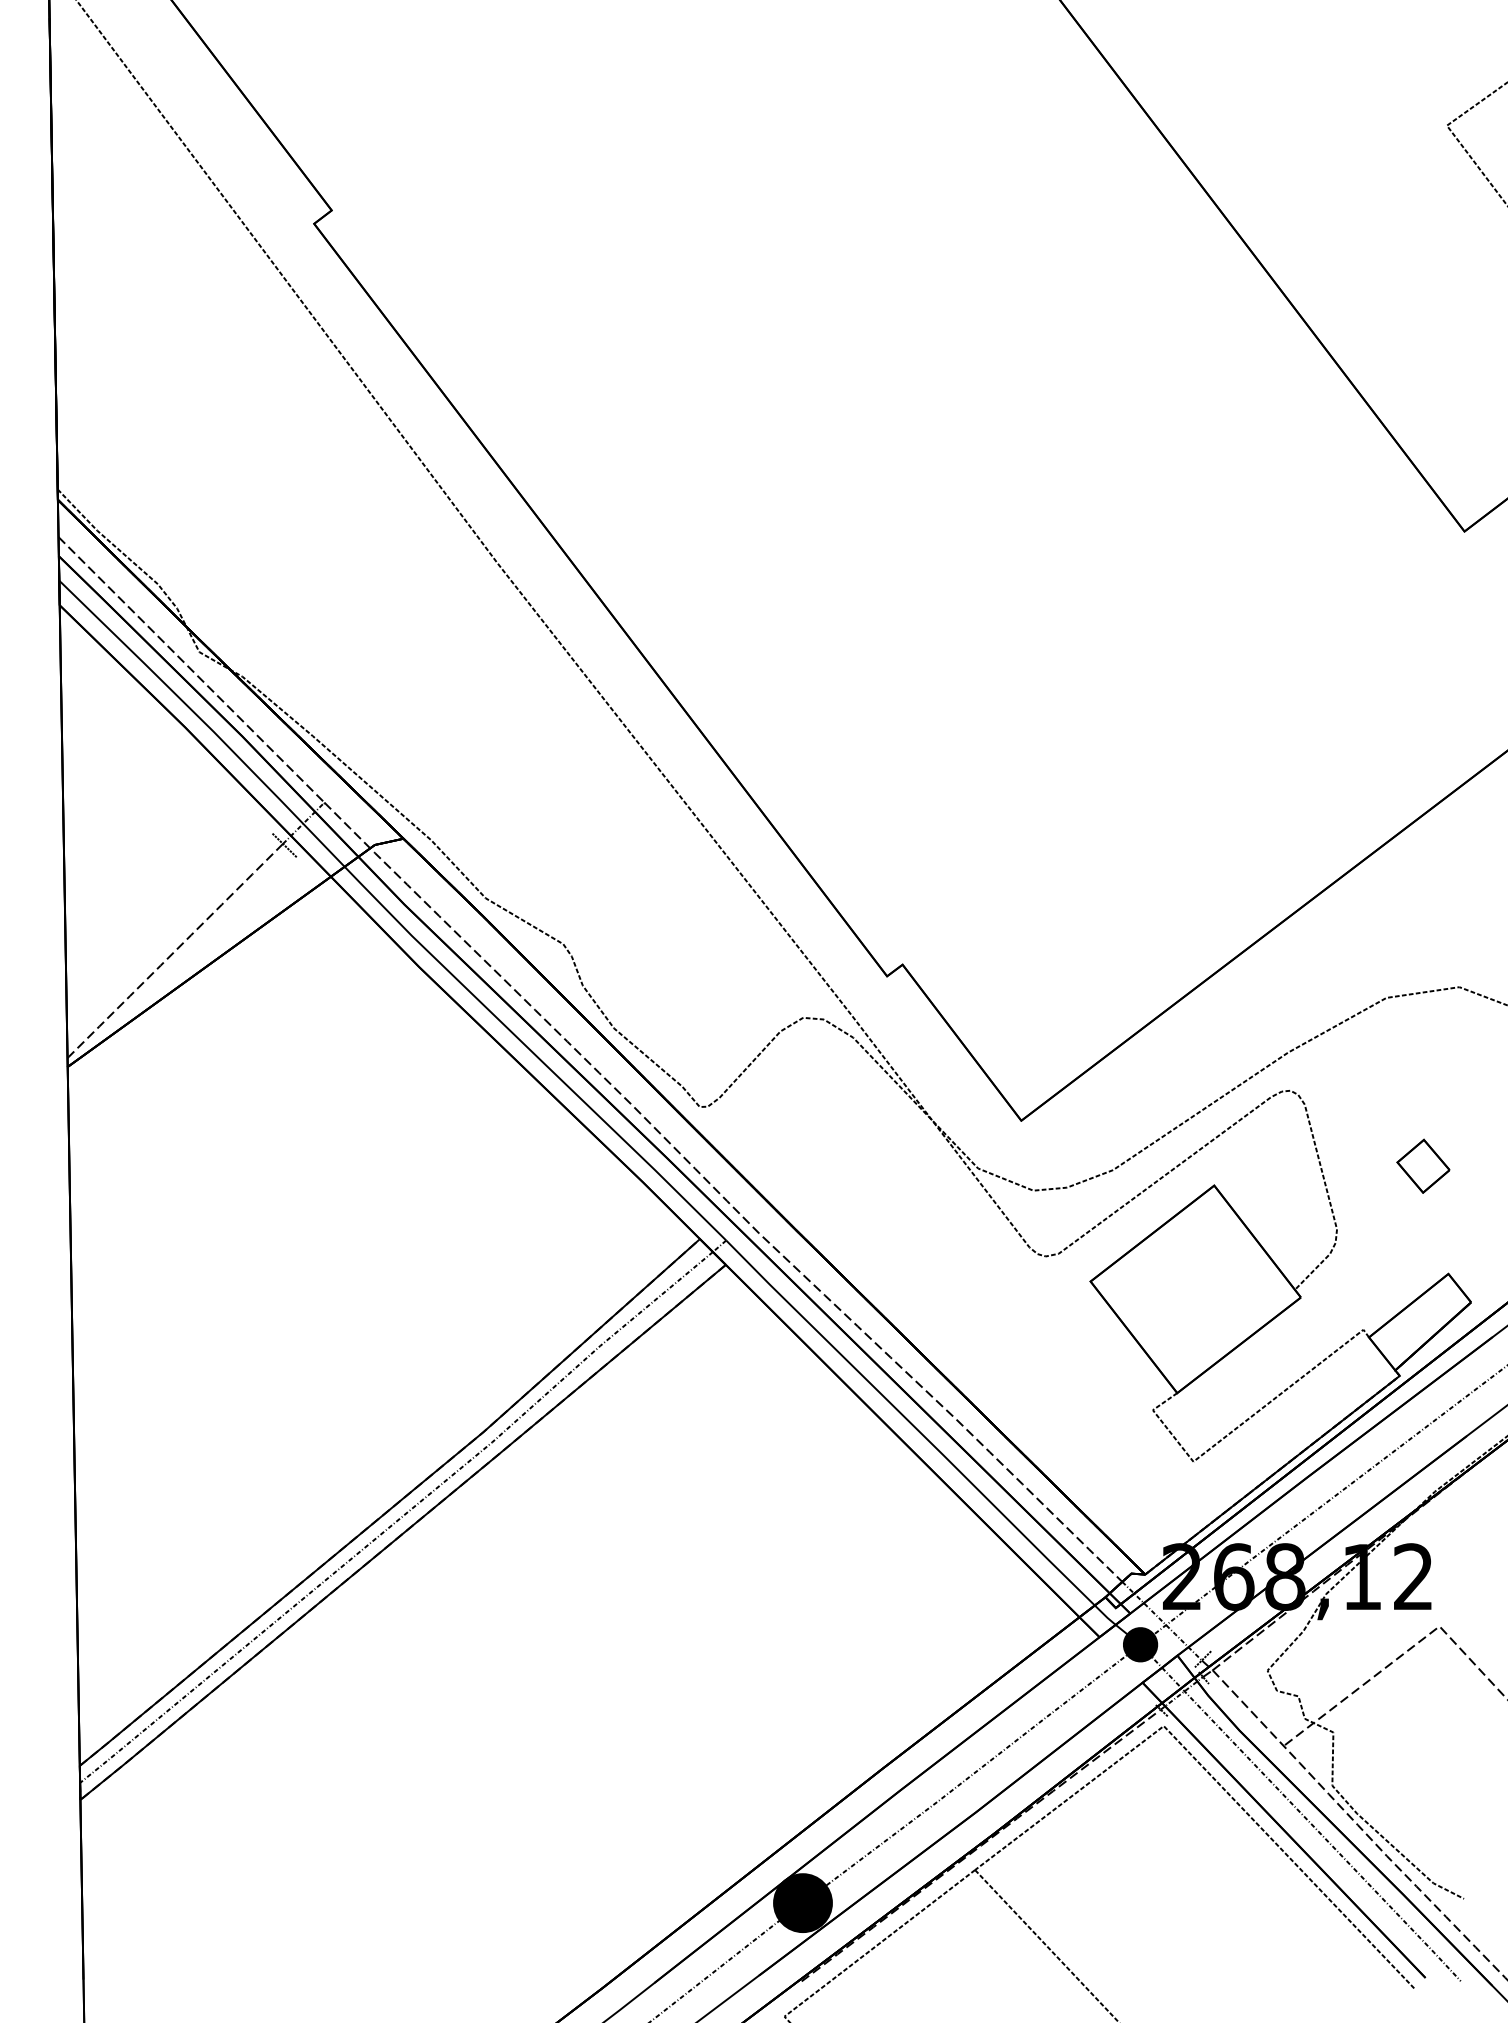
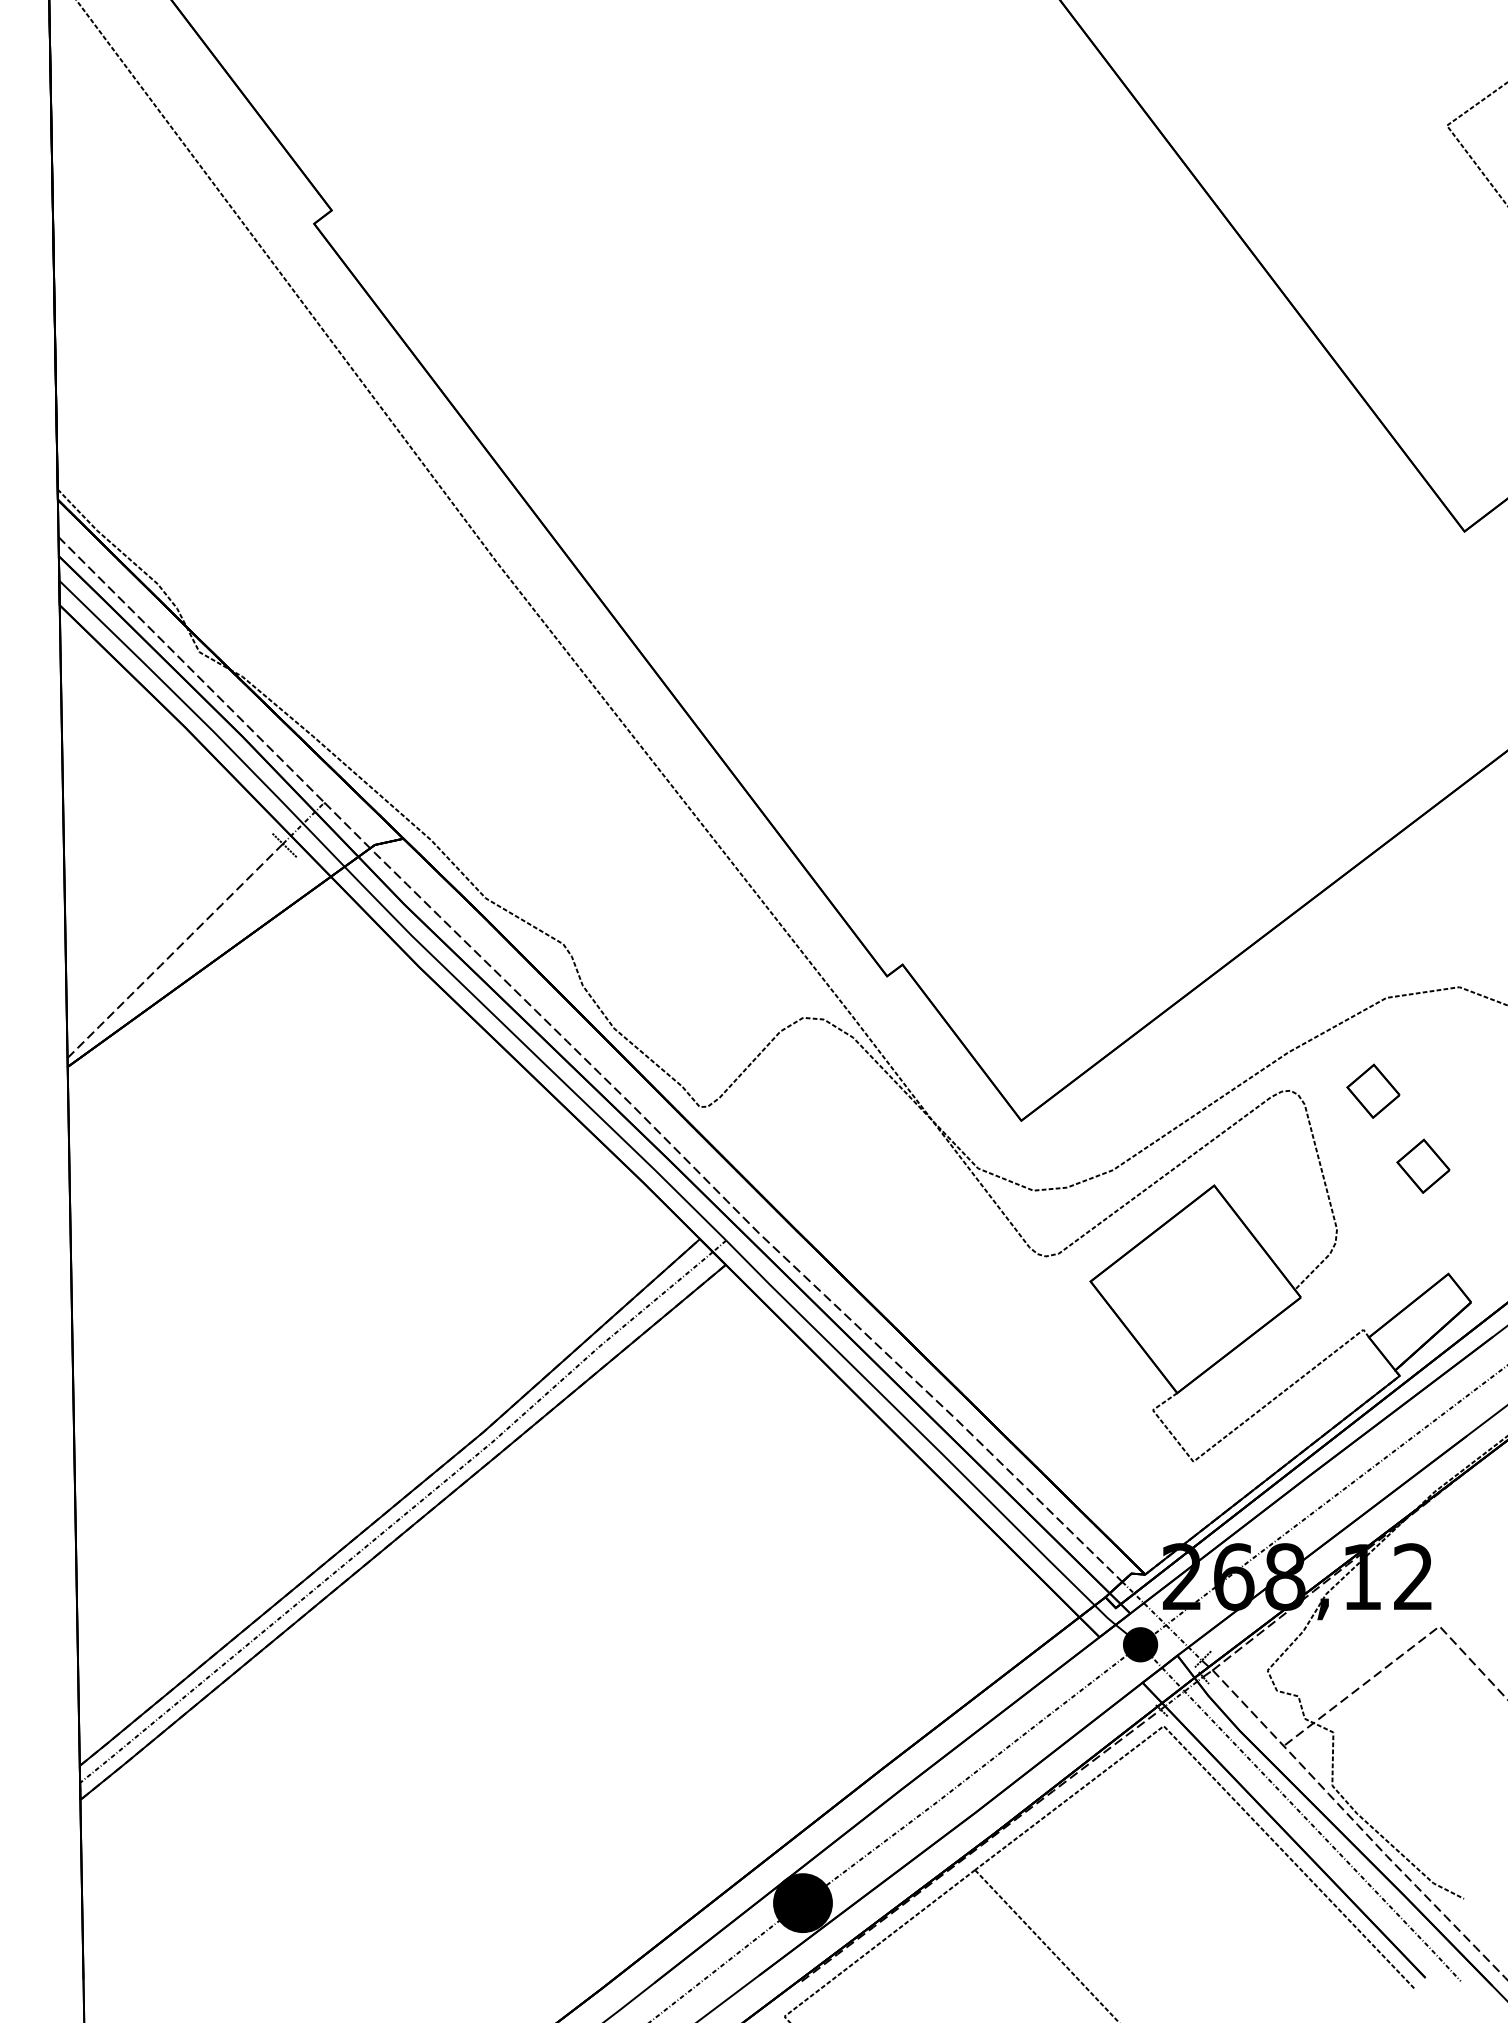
part at (1373, 1090): none -> present
